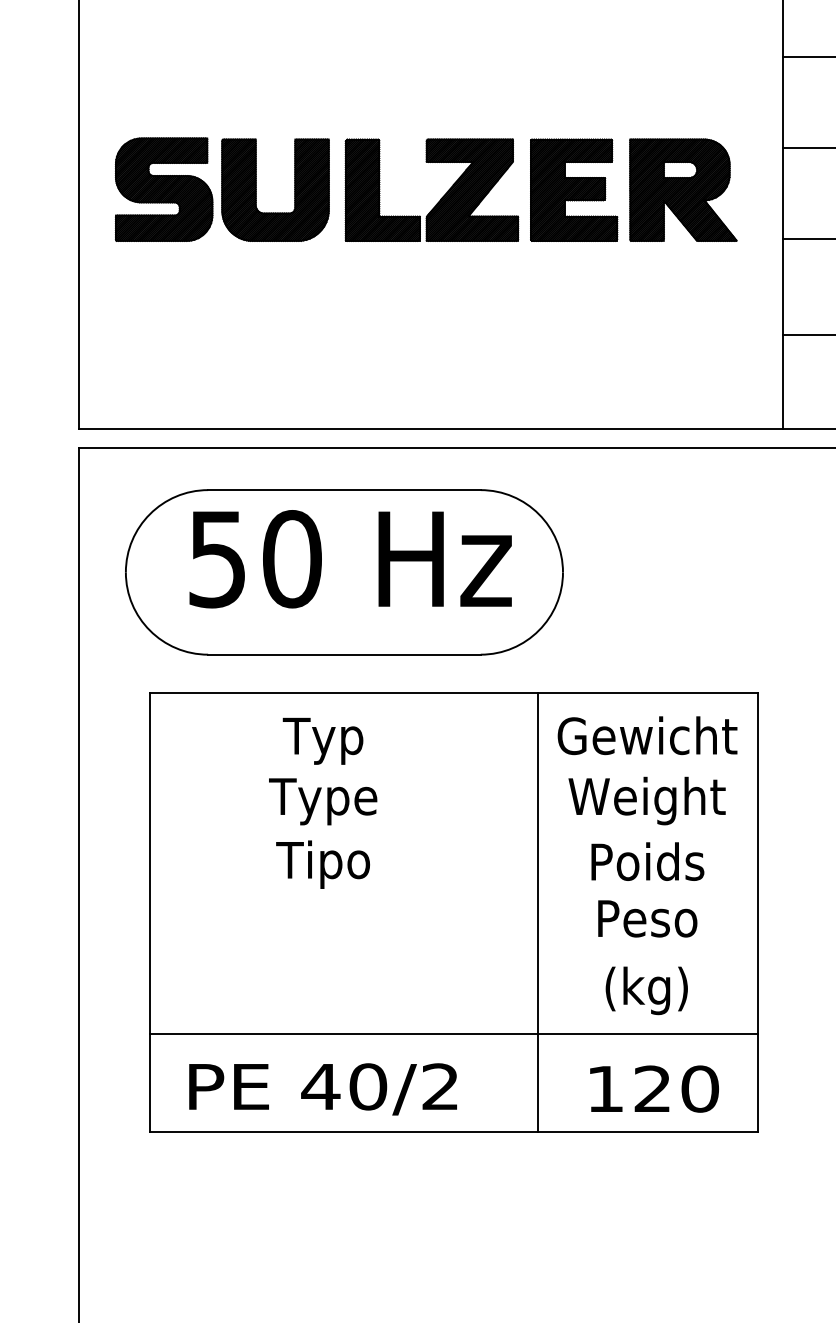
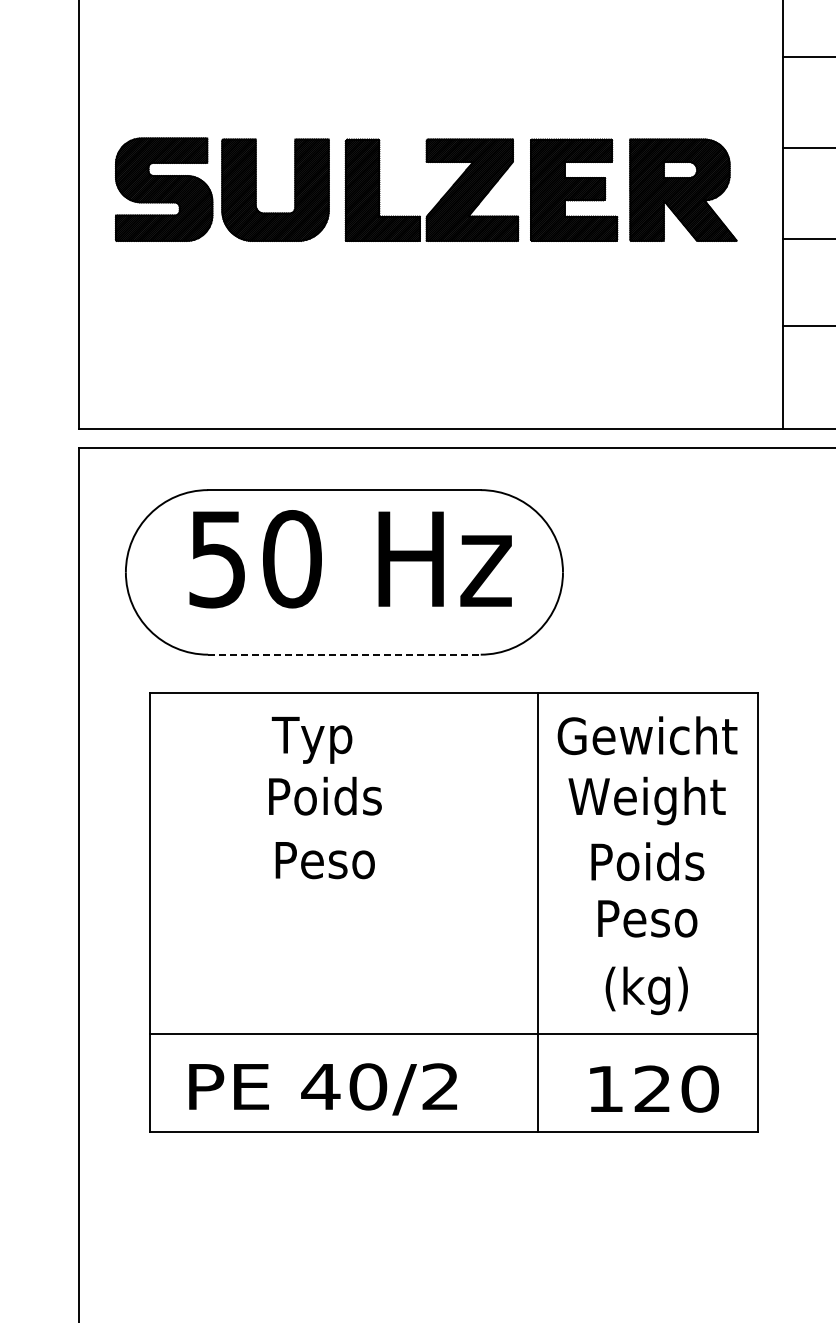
line at (807, 335) position: (807, 335) -> (807, 326)
line at (344, 654): solid -> dashed
text at (322, 740) position: (322, 740) -> (311, 739)
text at (325, 800): Type -> Poids
text at (324, 864): Tipo -> Peso
